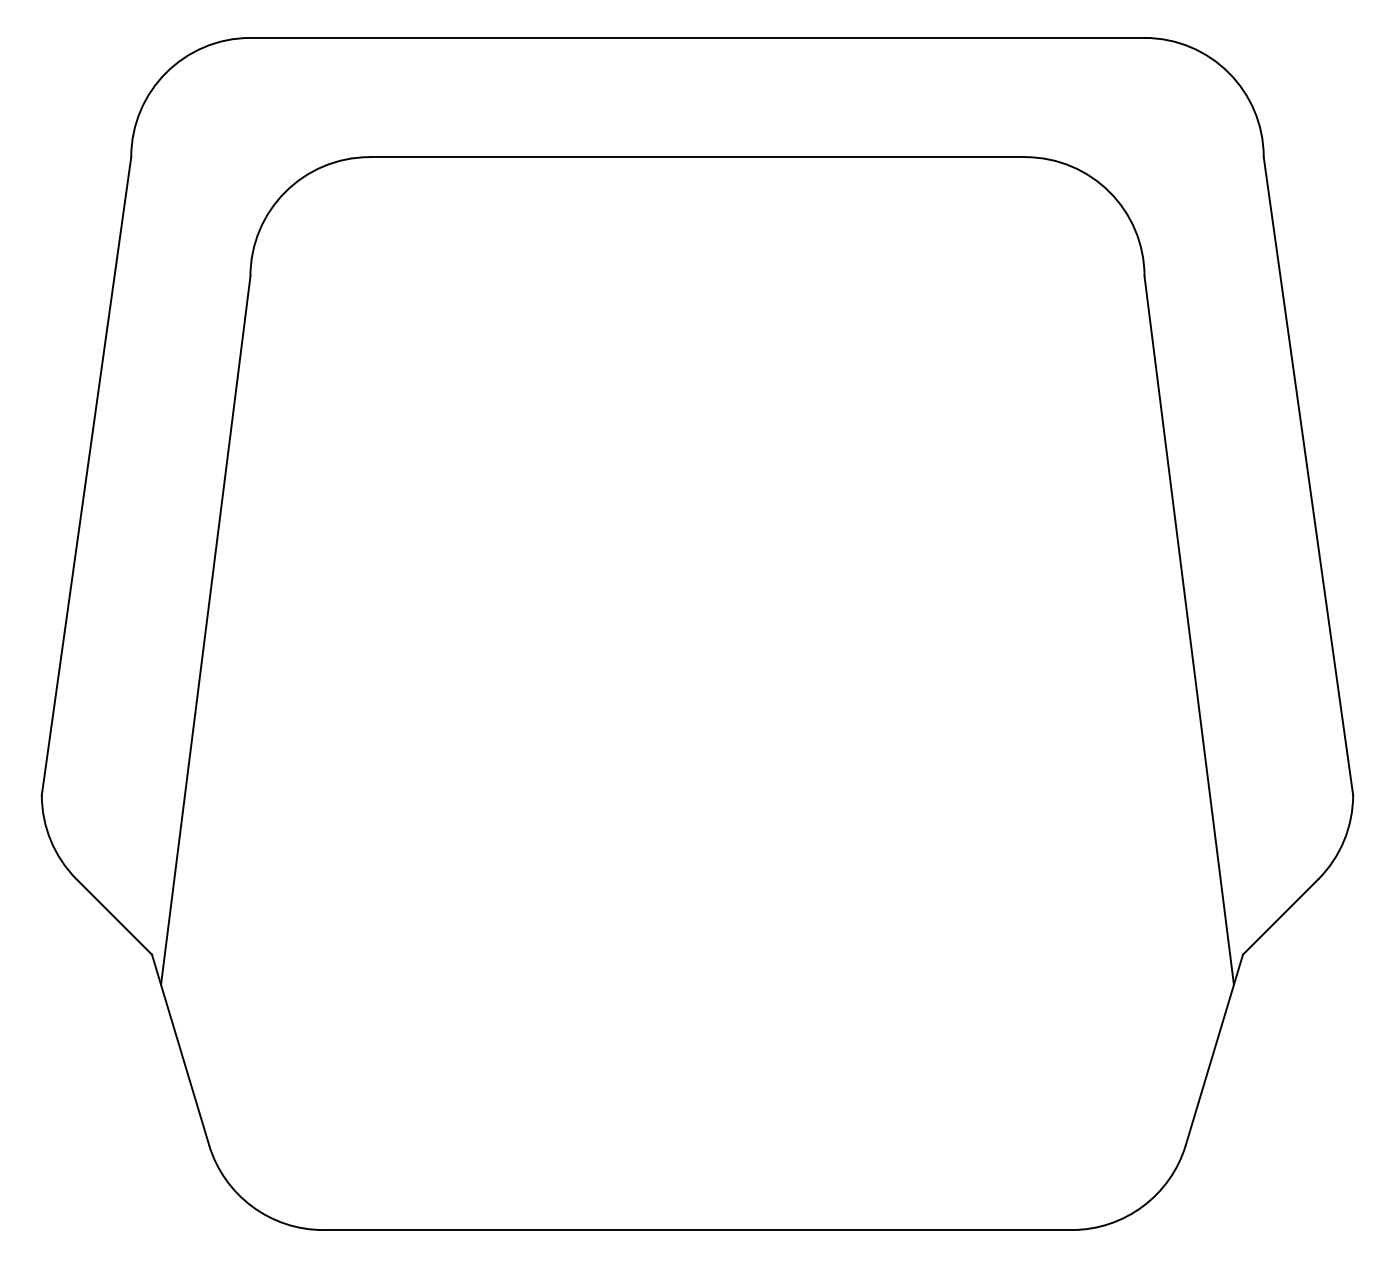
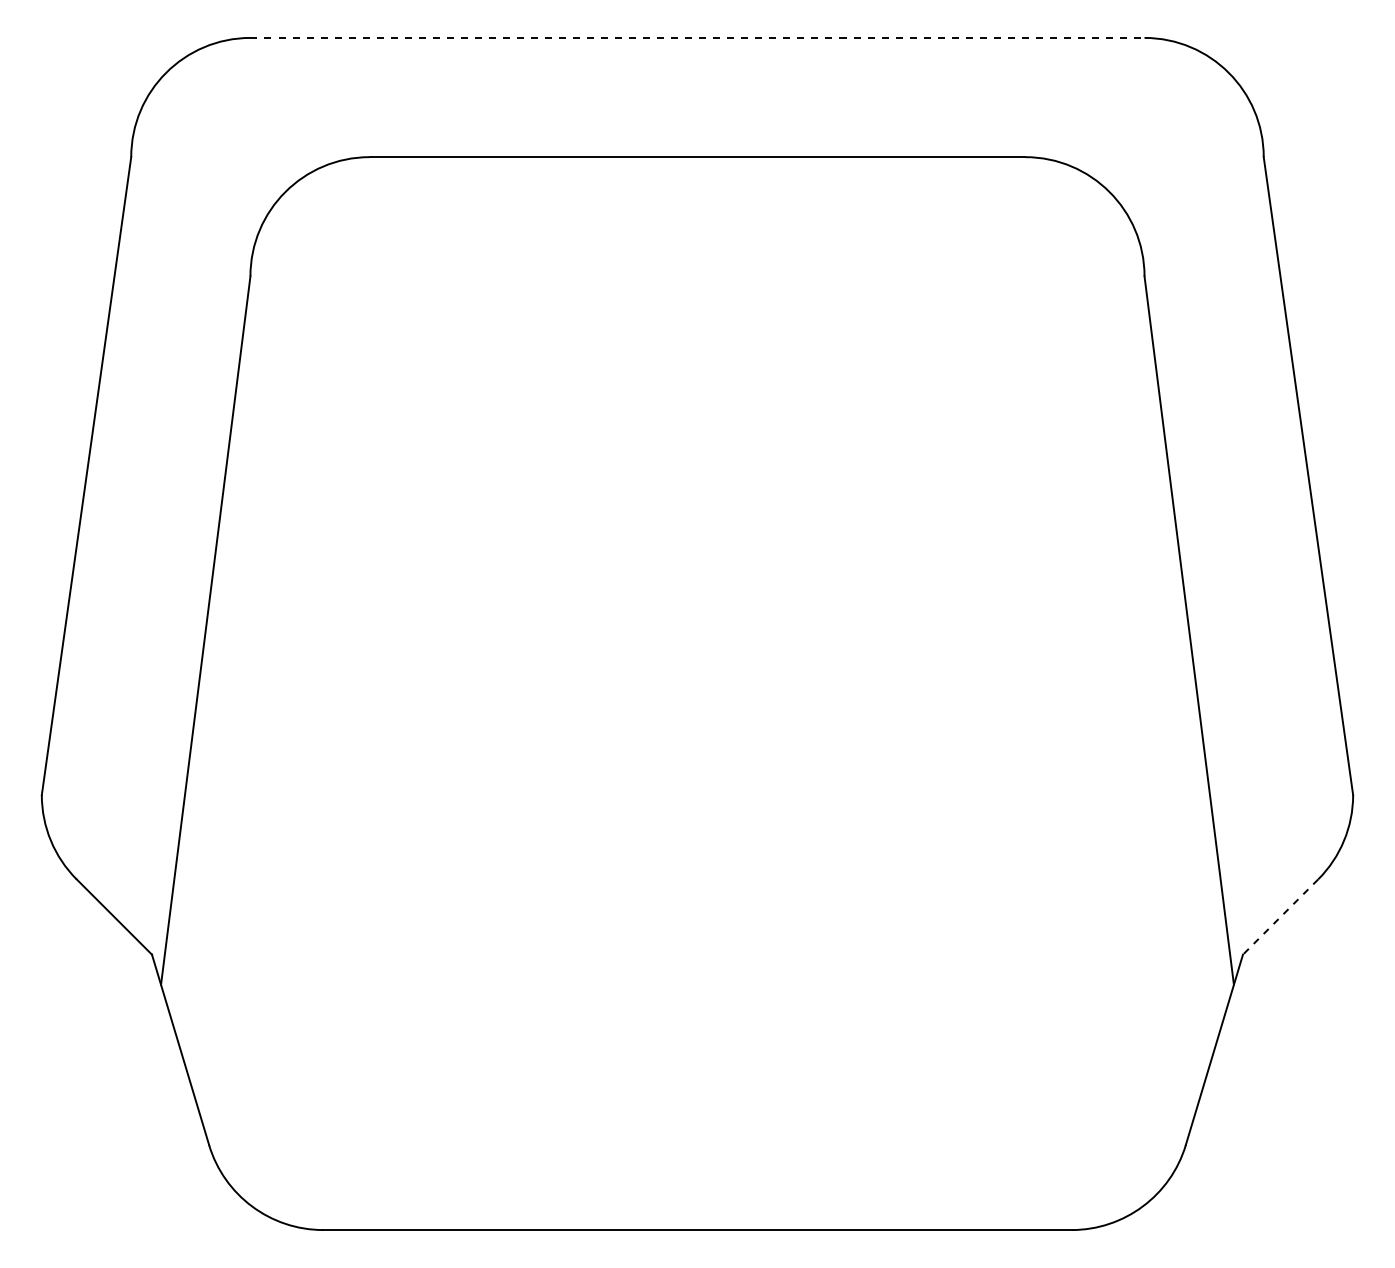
line at (697, 37): solid -> dashed
line at (1280, 917): solid -> dashed
